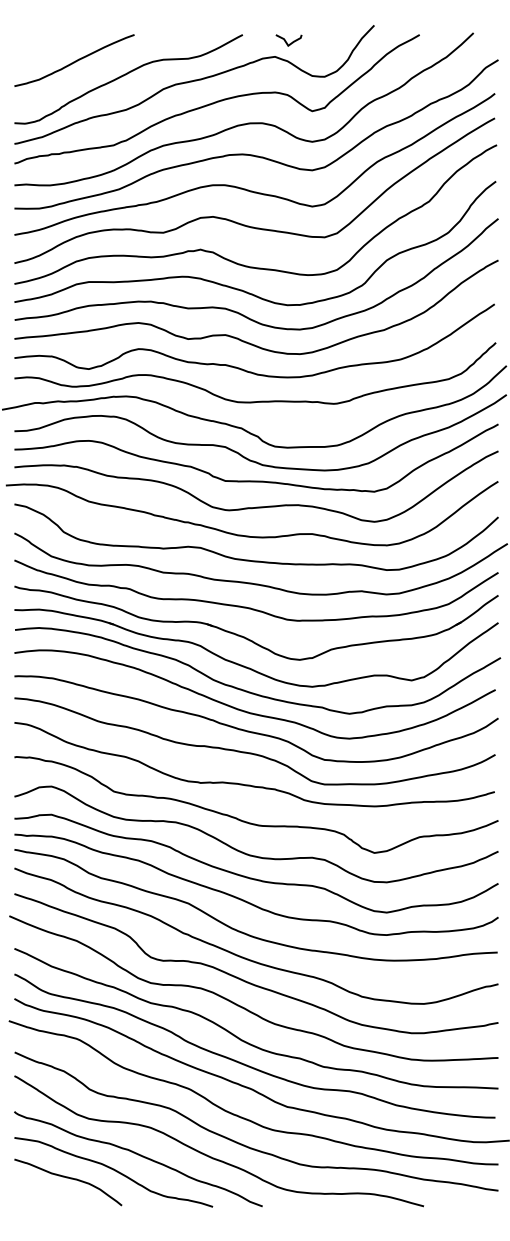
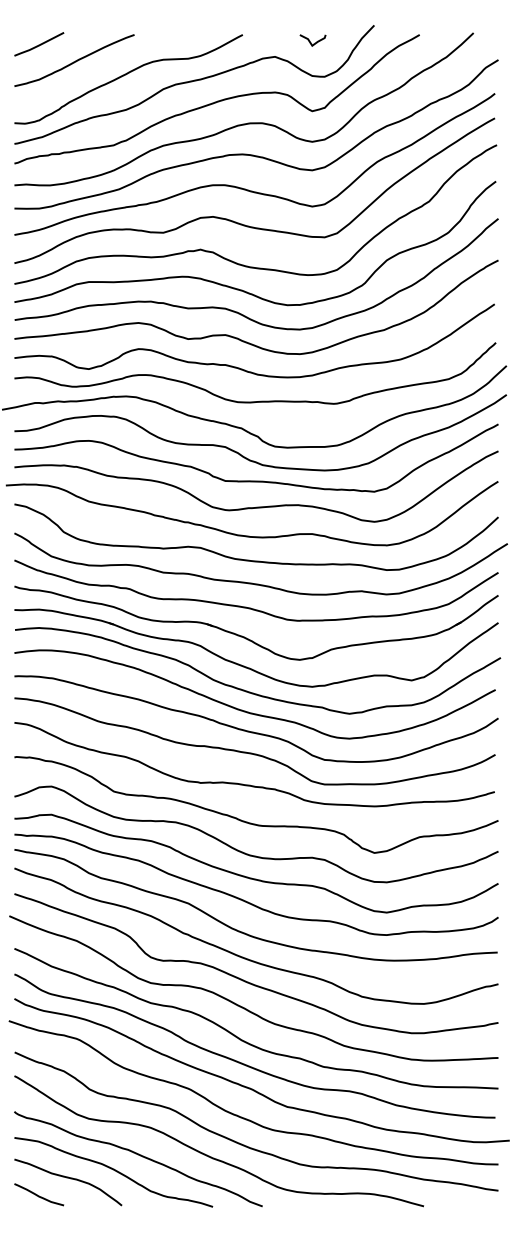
curve at (286, 40) position: (286, 40) -> (310, 40)
line at (39, 44): none -> present
curve at (39, 1195): none -> present
